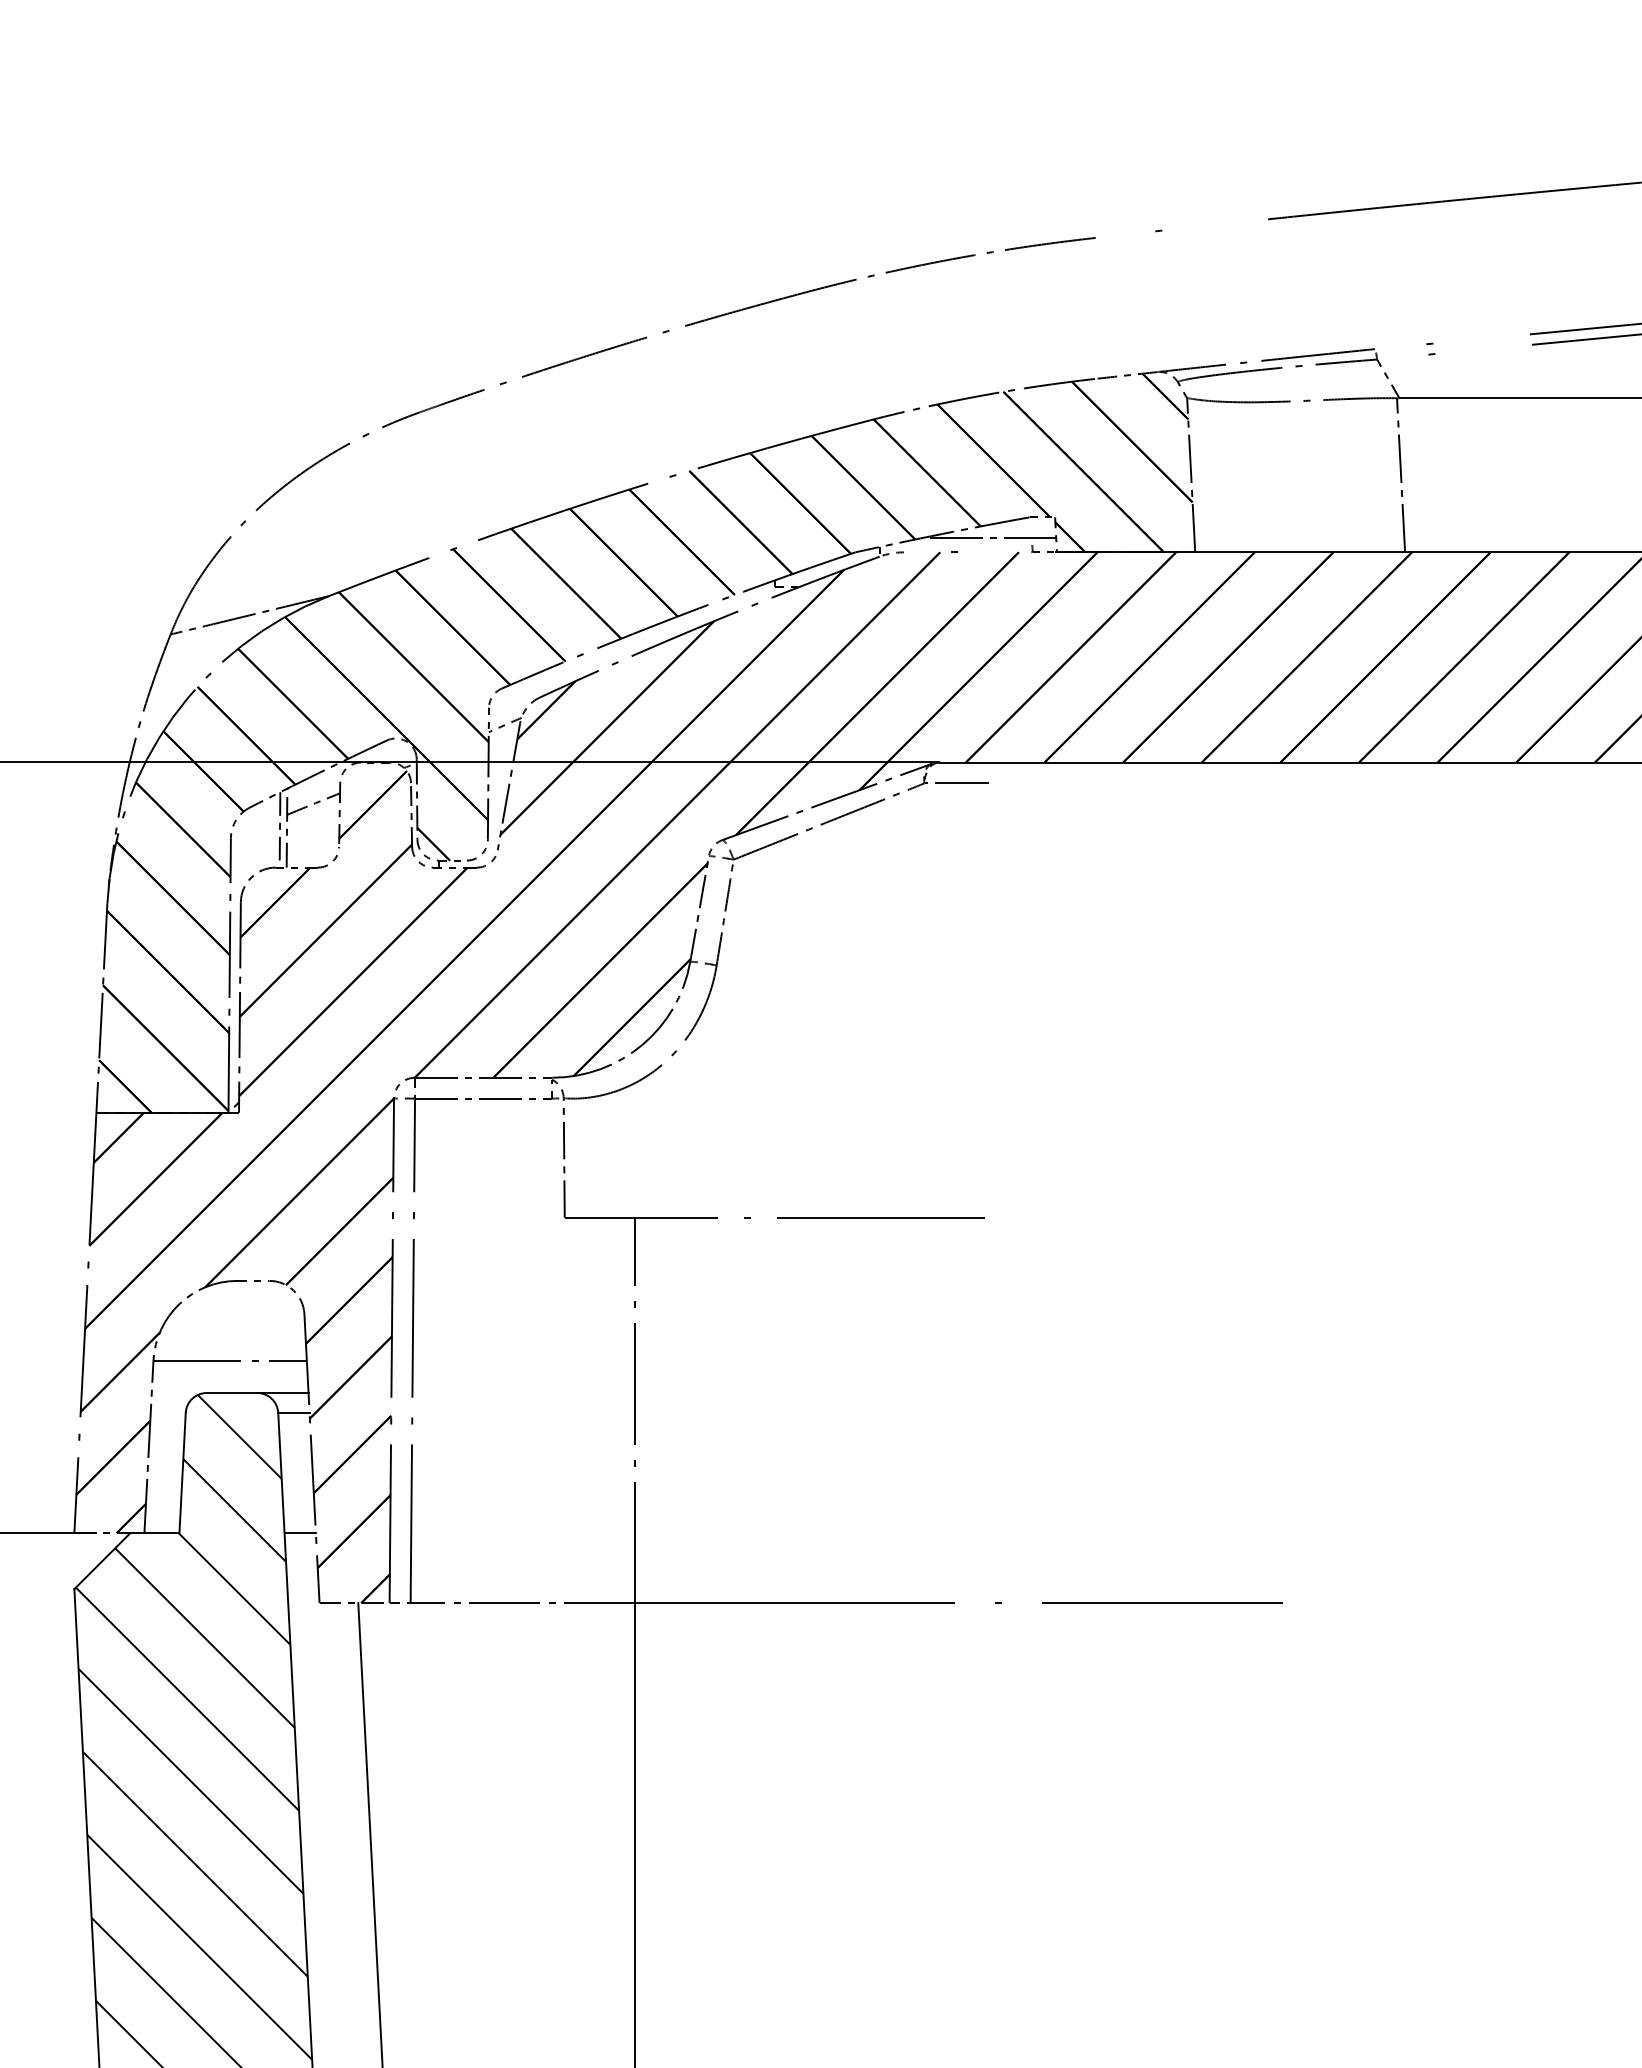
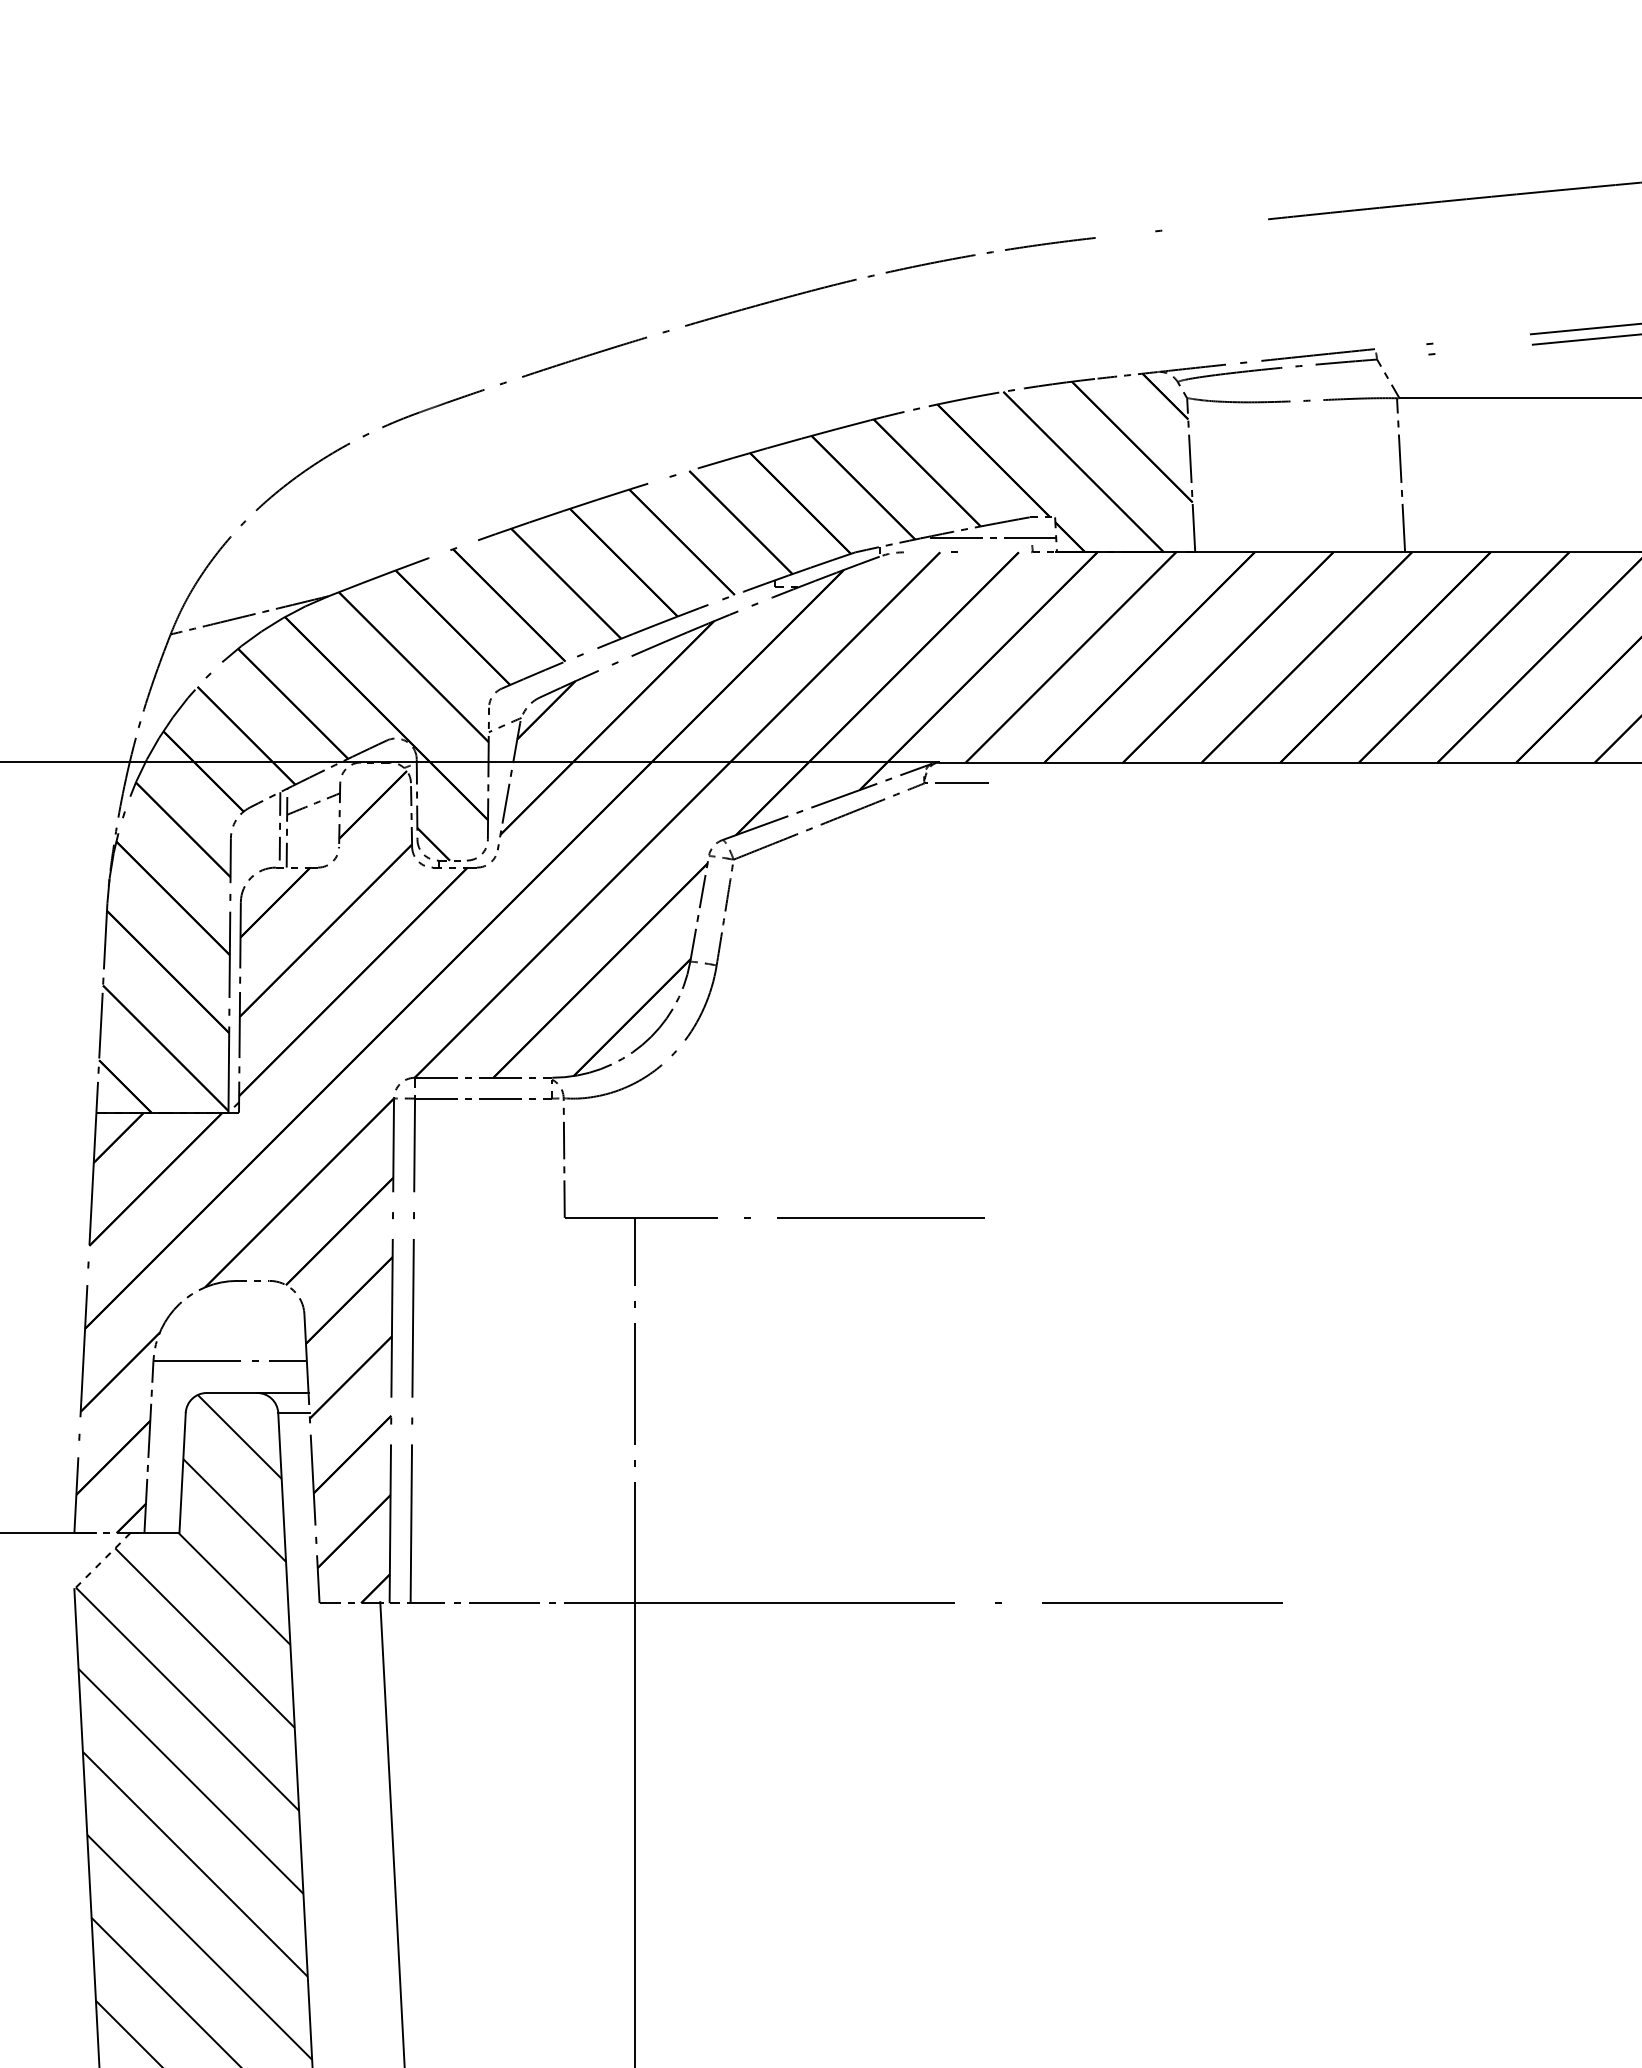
line at (299, 1533): present -> none
line at (102, 1561): solid -> dashed
line at (370, 1833) position: (370, 1833) -> (392, 1833)
